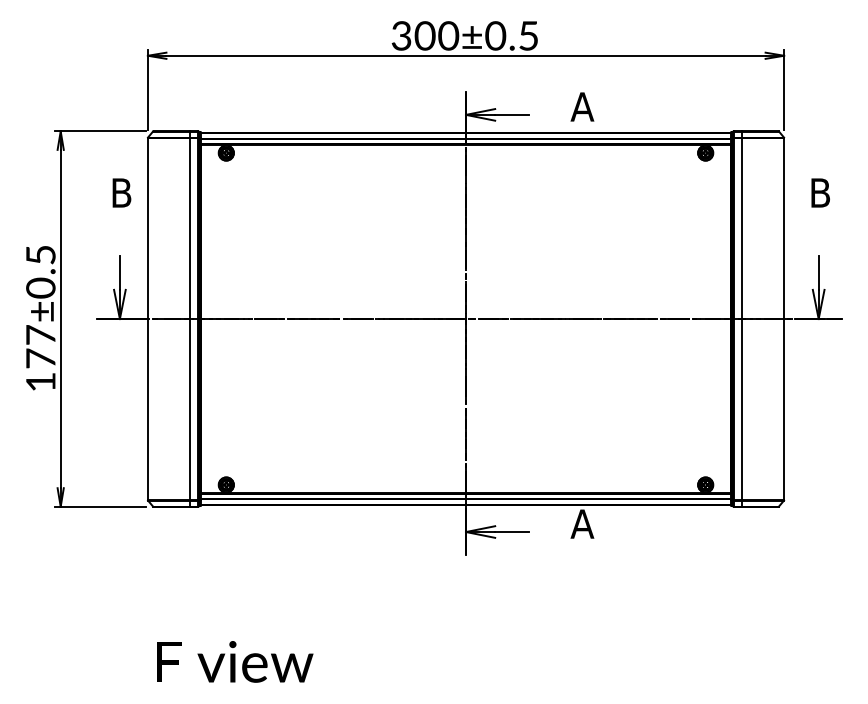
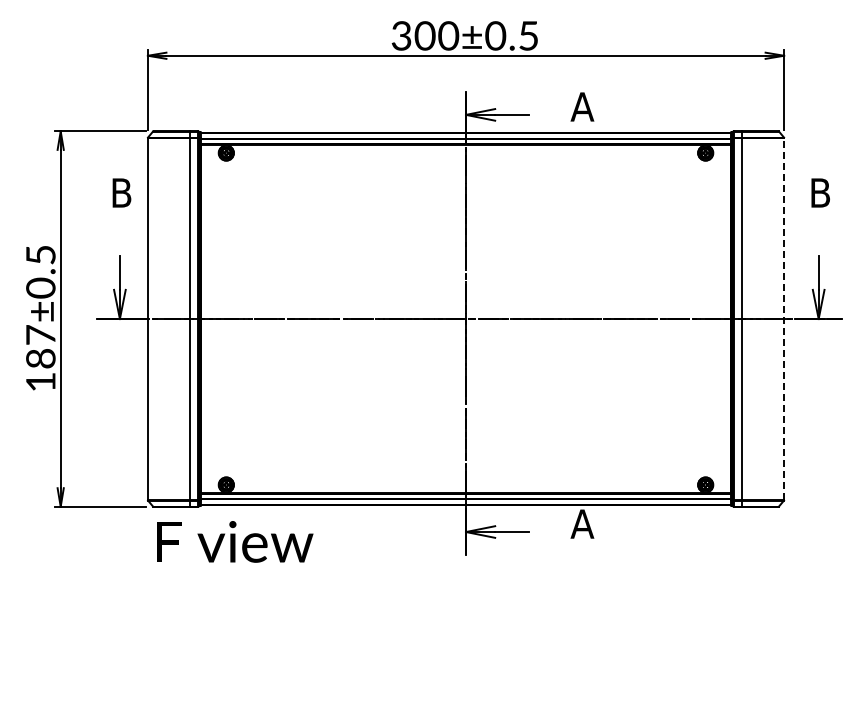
line at (784, 318): solid -> dashed
text at (40, 358): 177±0.5 -> 187±0.5
text at (235, 661) position: (235, 661) -> (235, 541)
